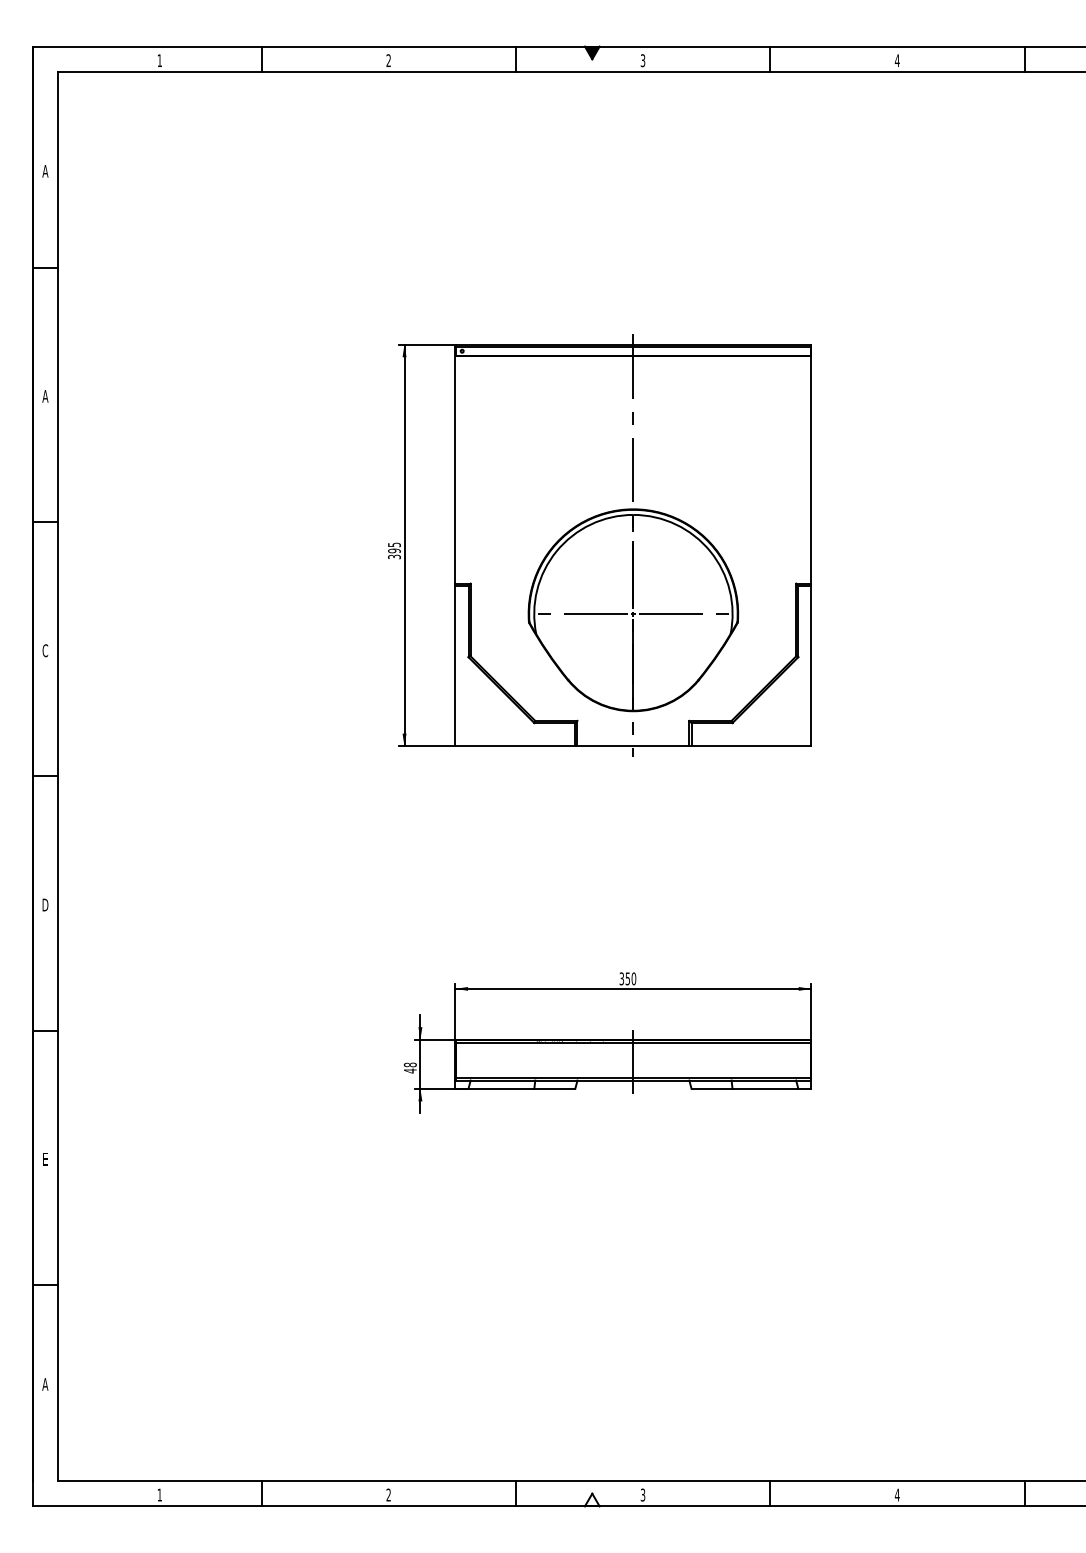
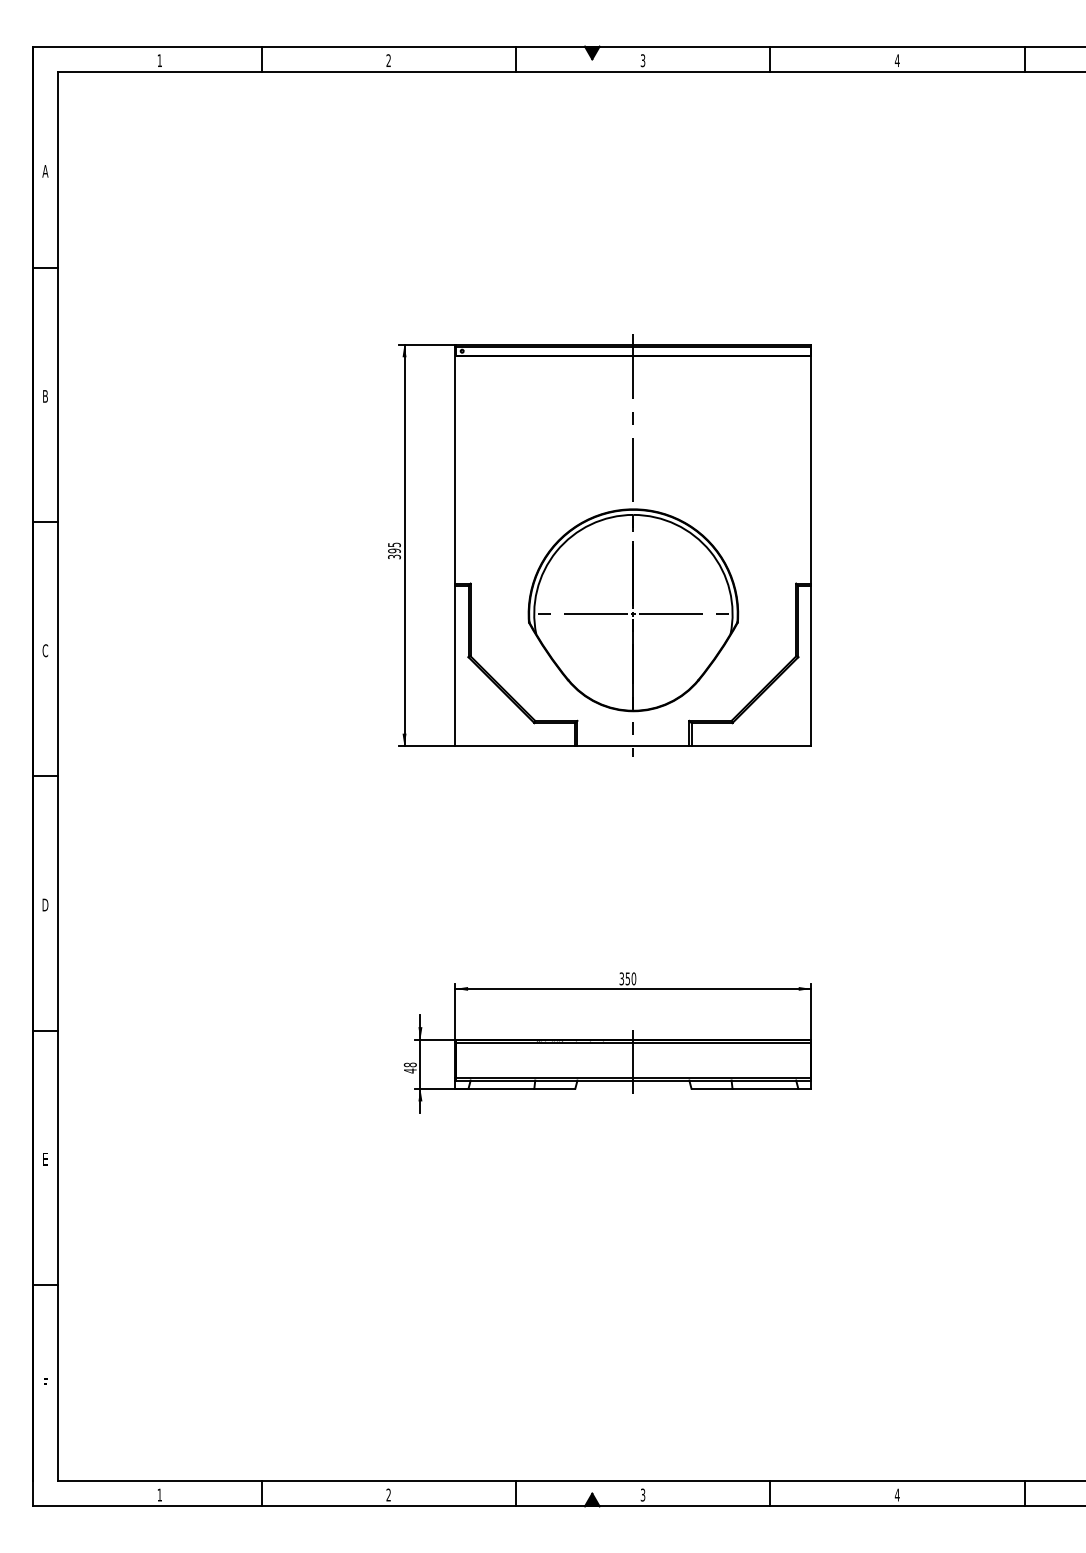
text at (45, 396): A -> B
text at (45, 1384): A -> F
fill at (591, 1499): none -> present
